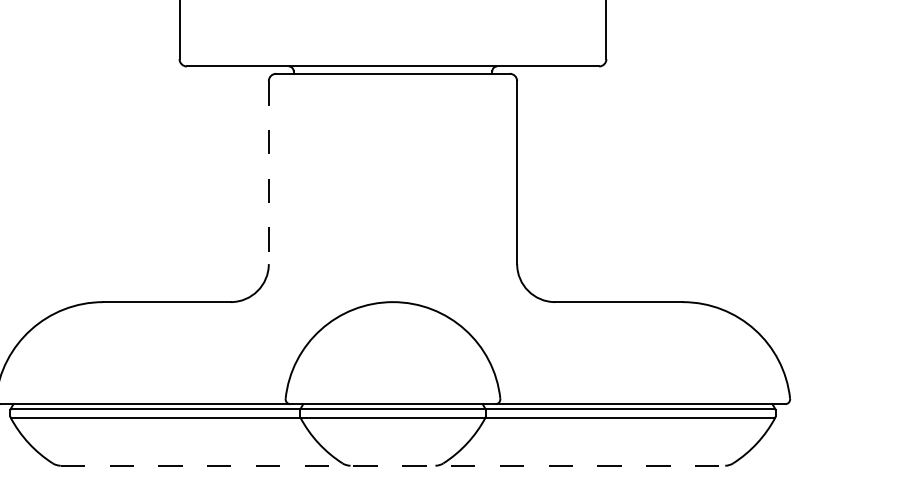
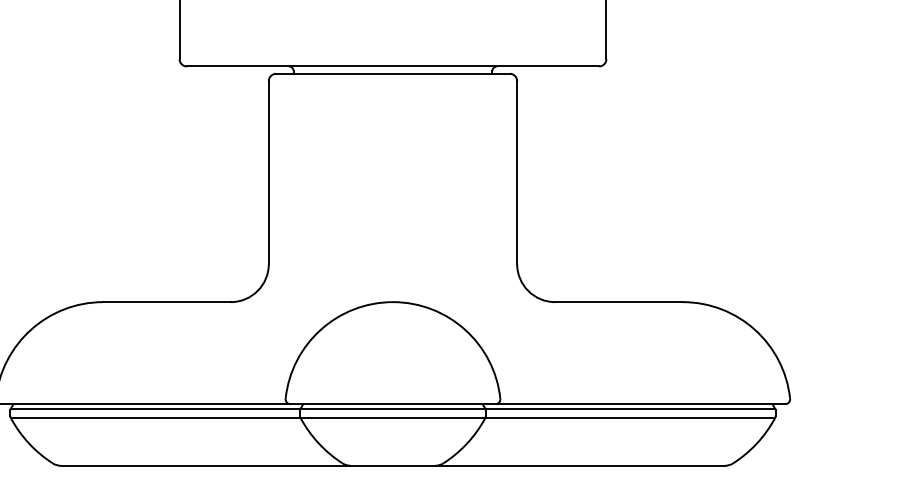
line at (268, 173): dashed -> solid
line at (393, 465): dashed -> solid
